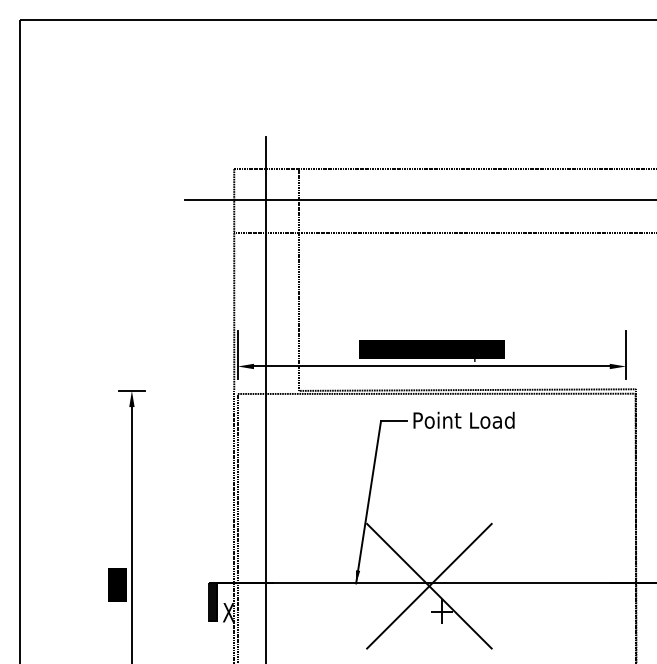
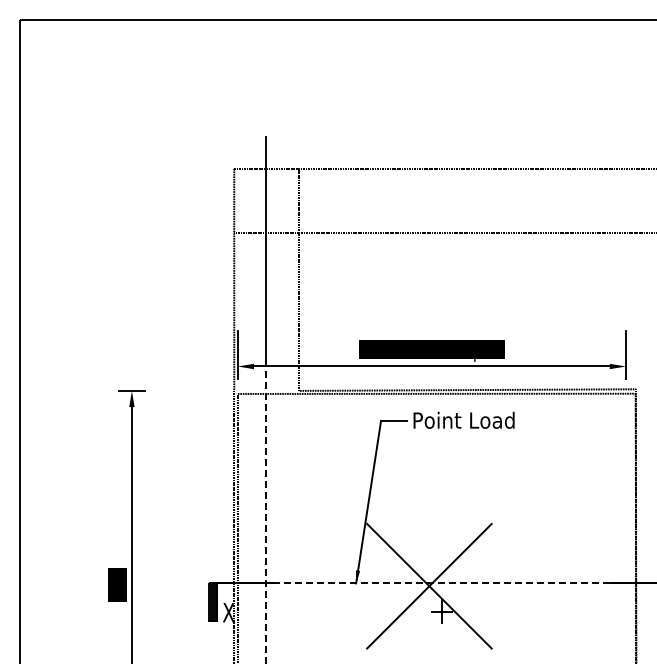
line at (419, 200): present -> none
line at (265, 514): solid -> dashed
line at (441, 582): solid -> dashed
